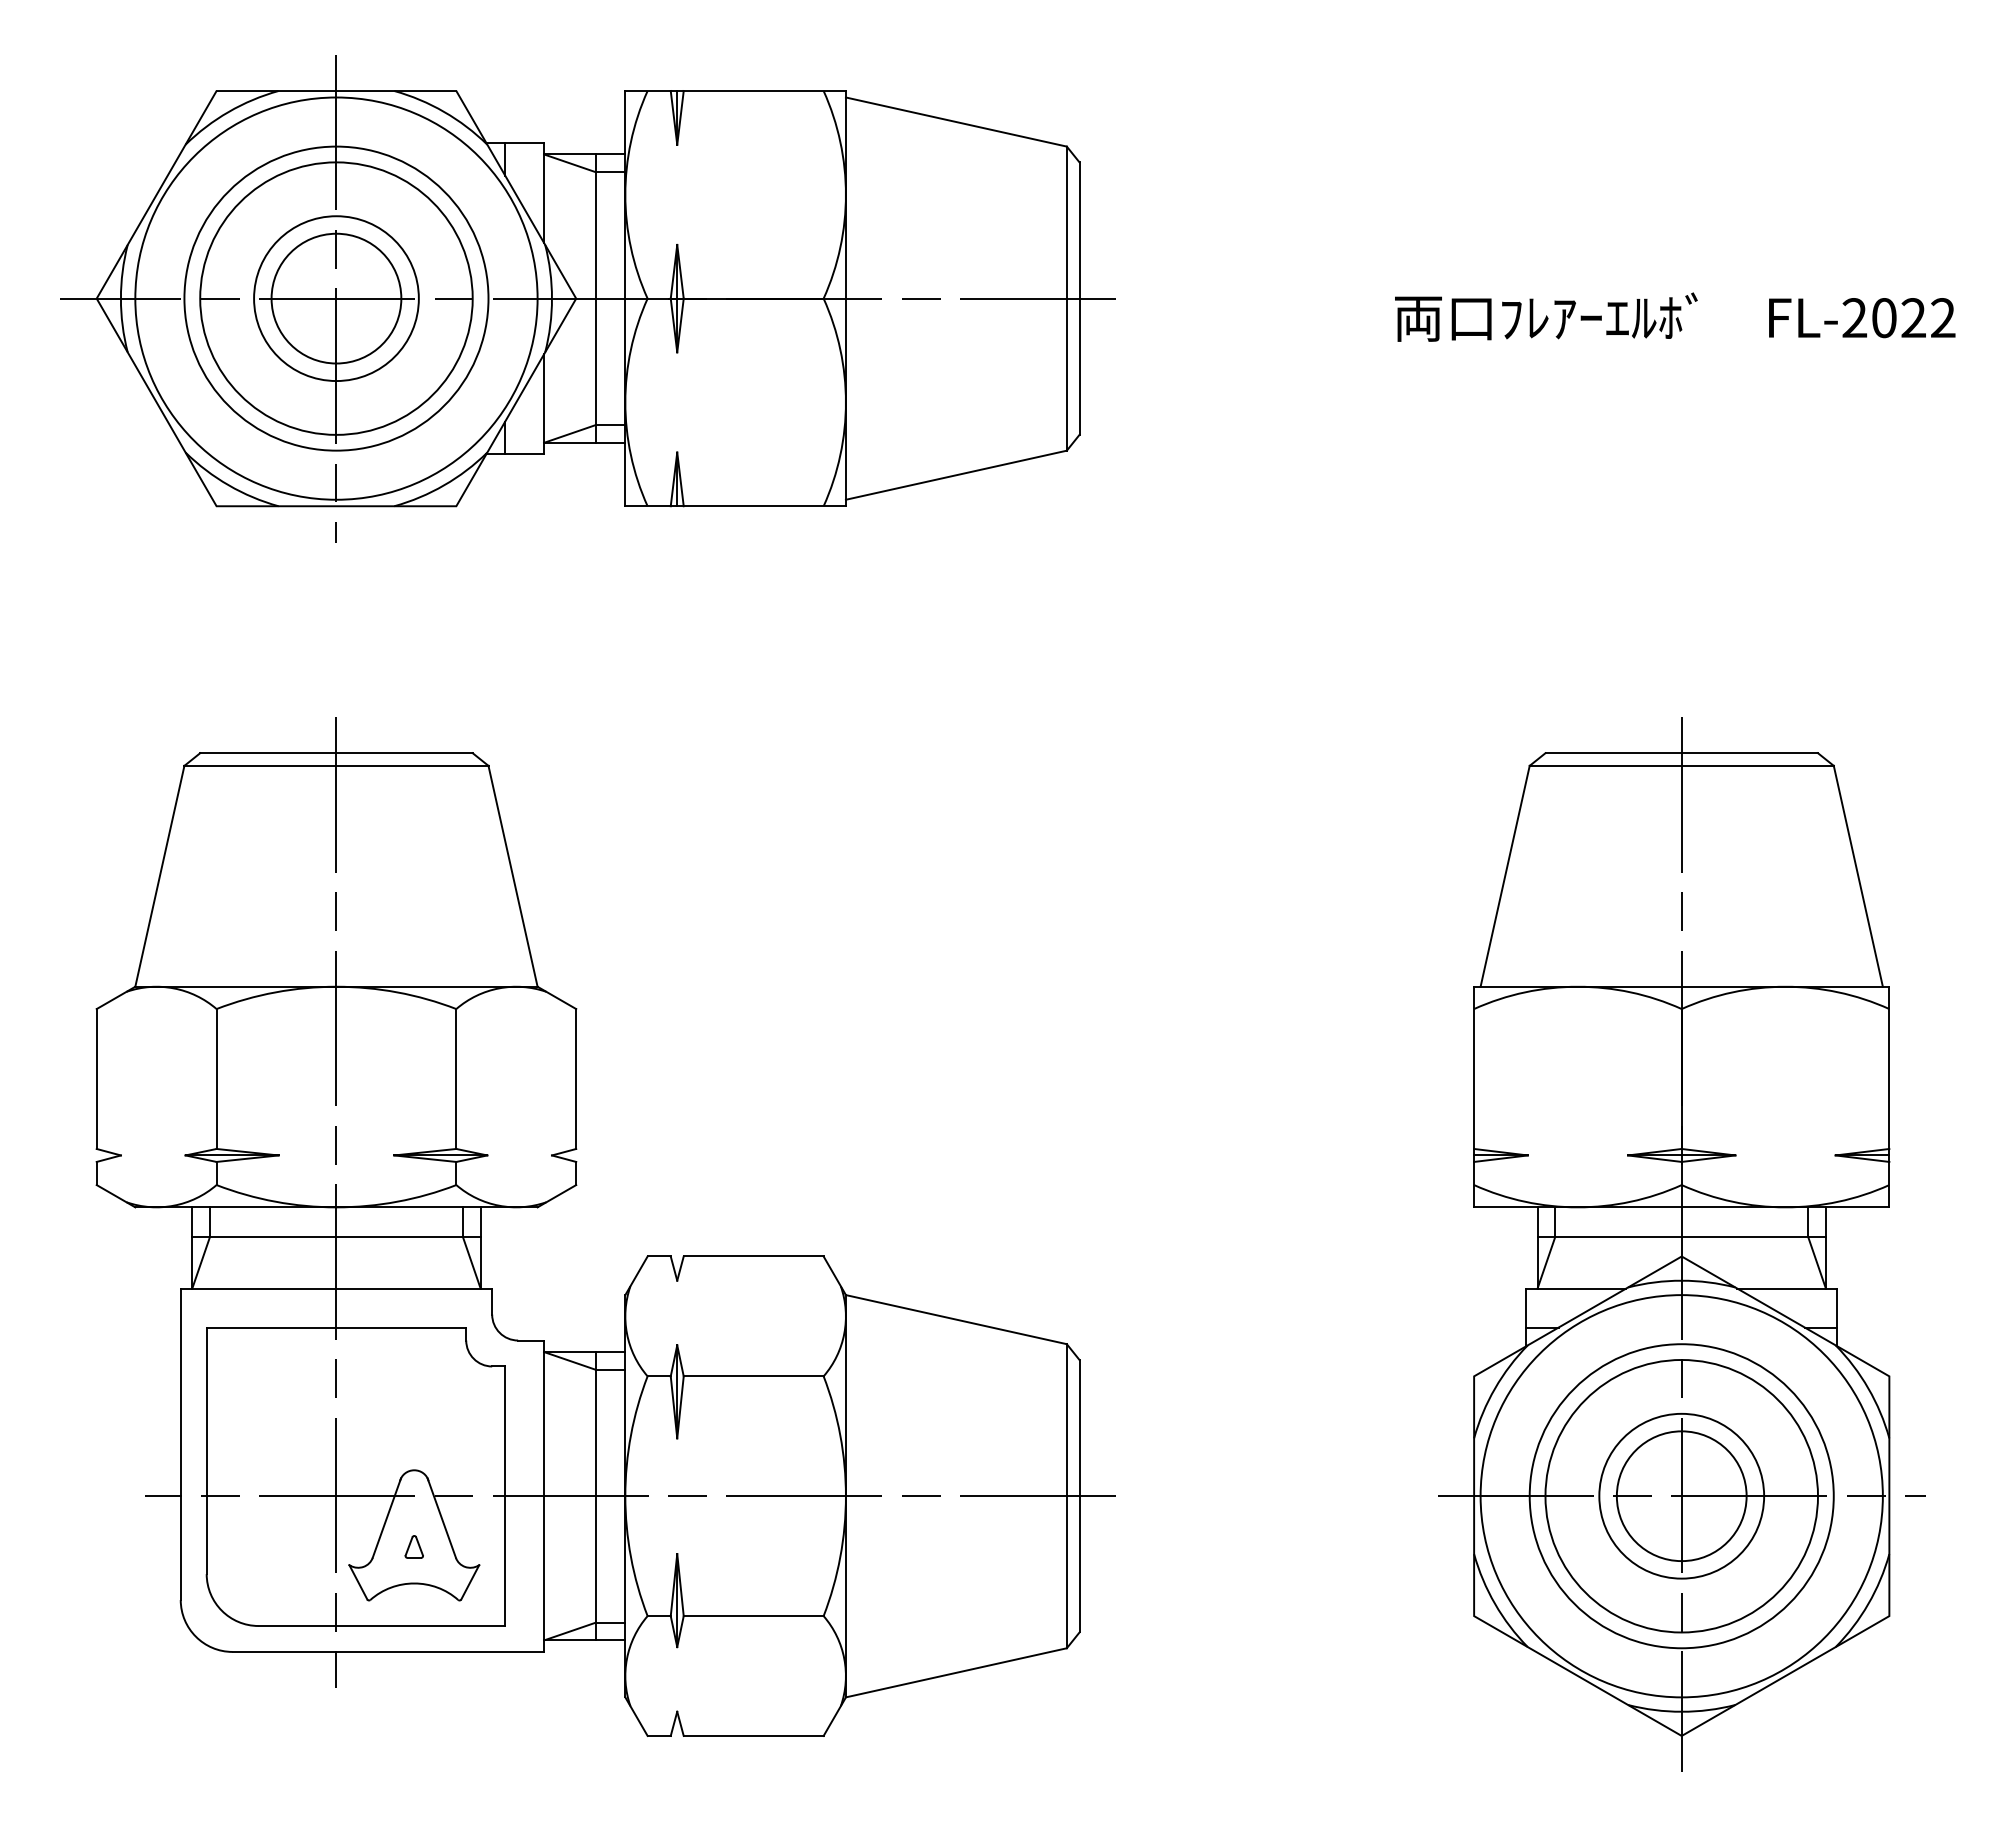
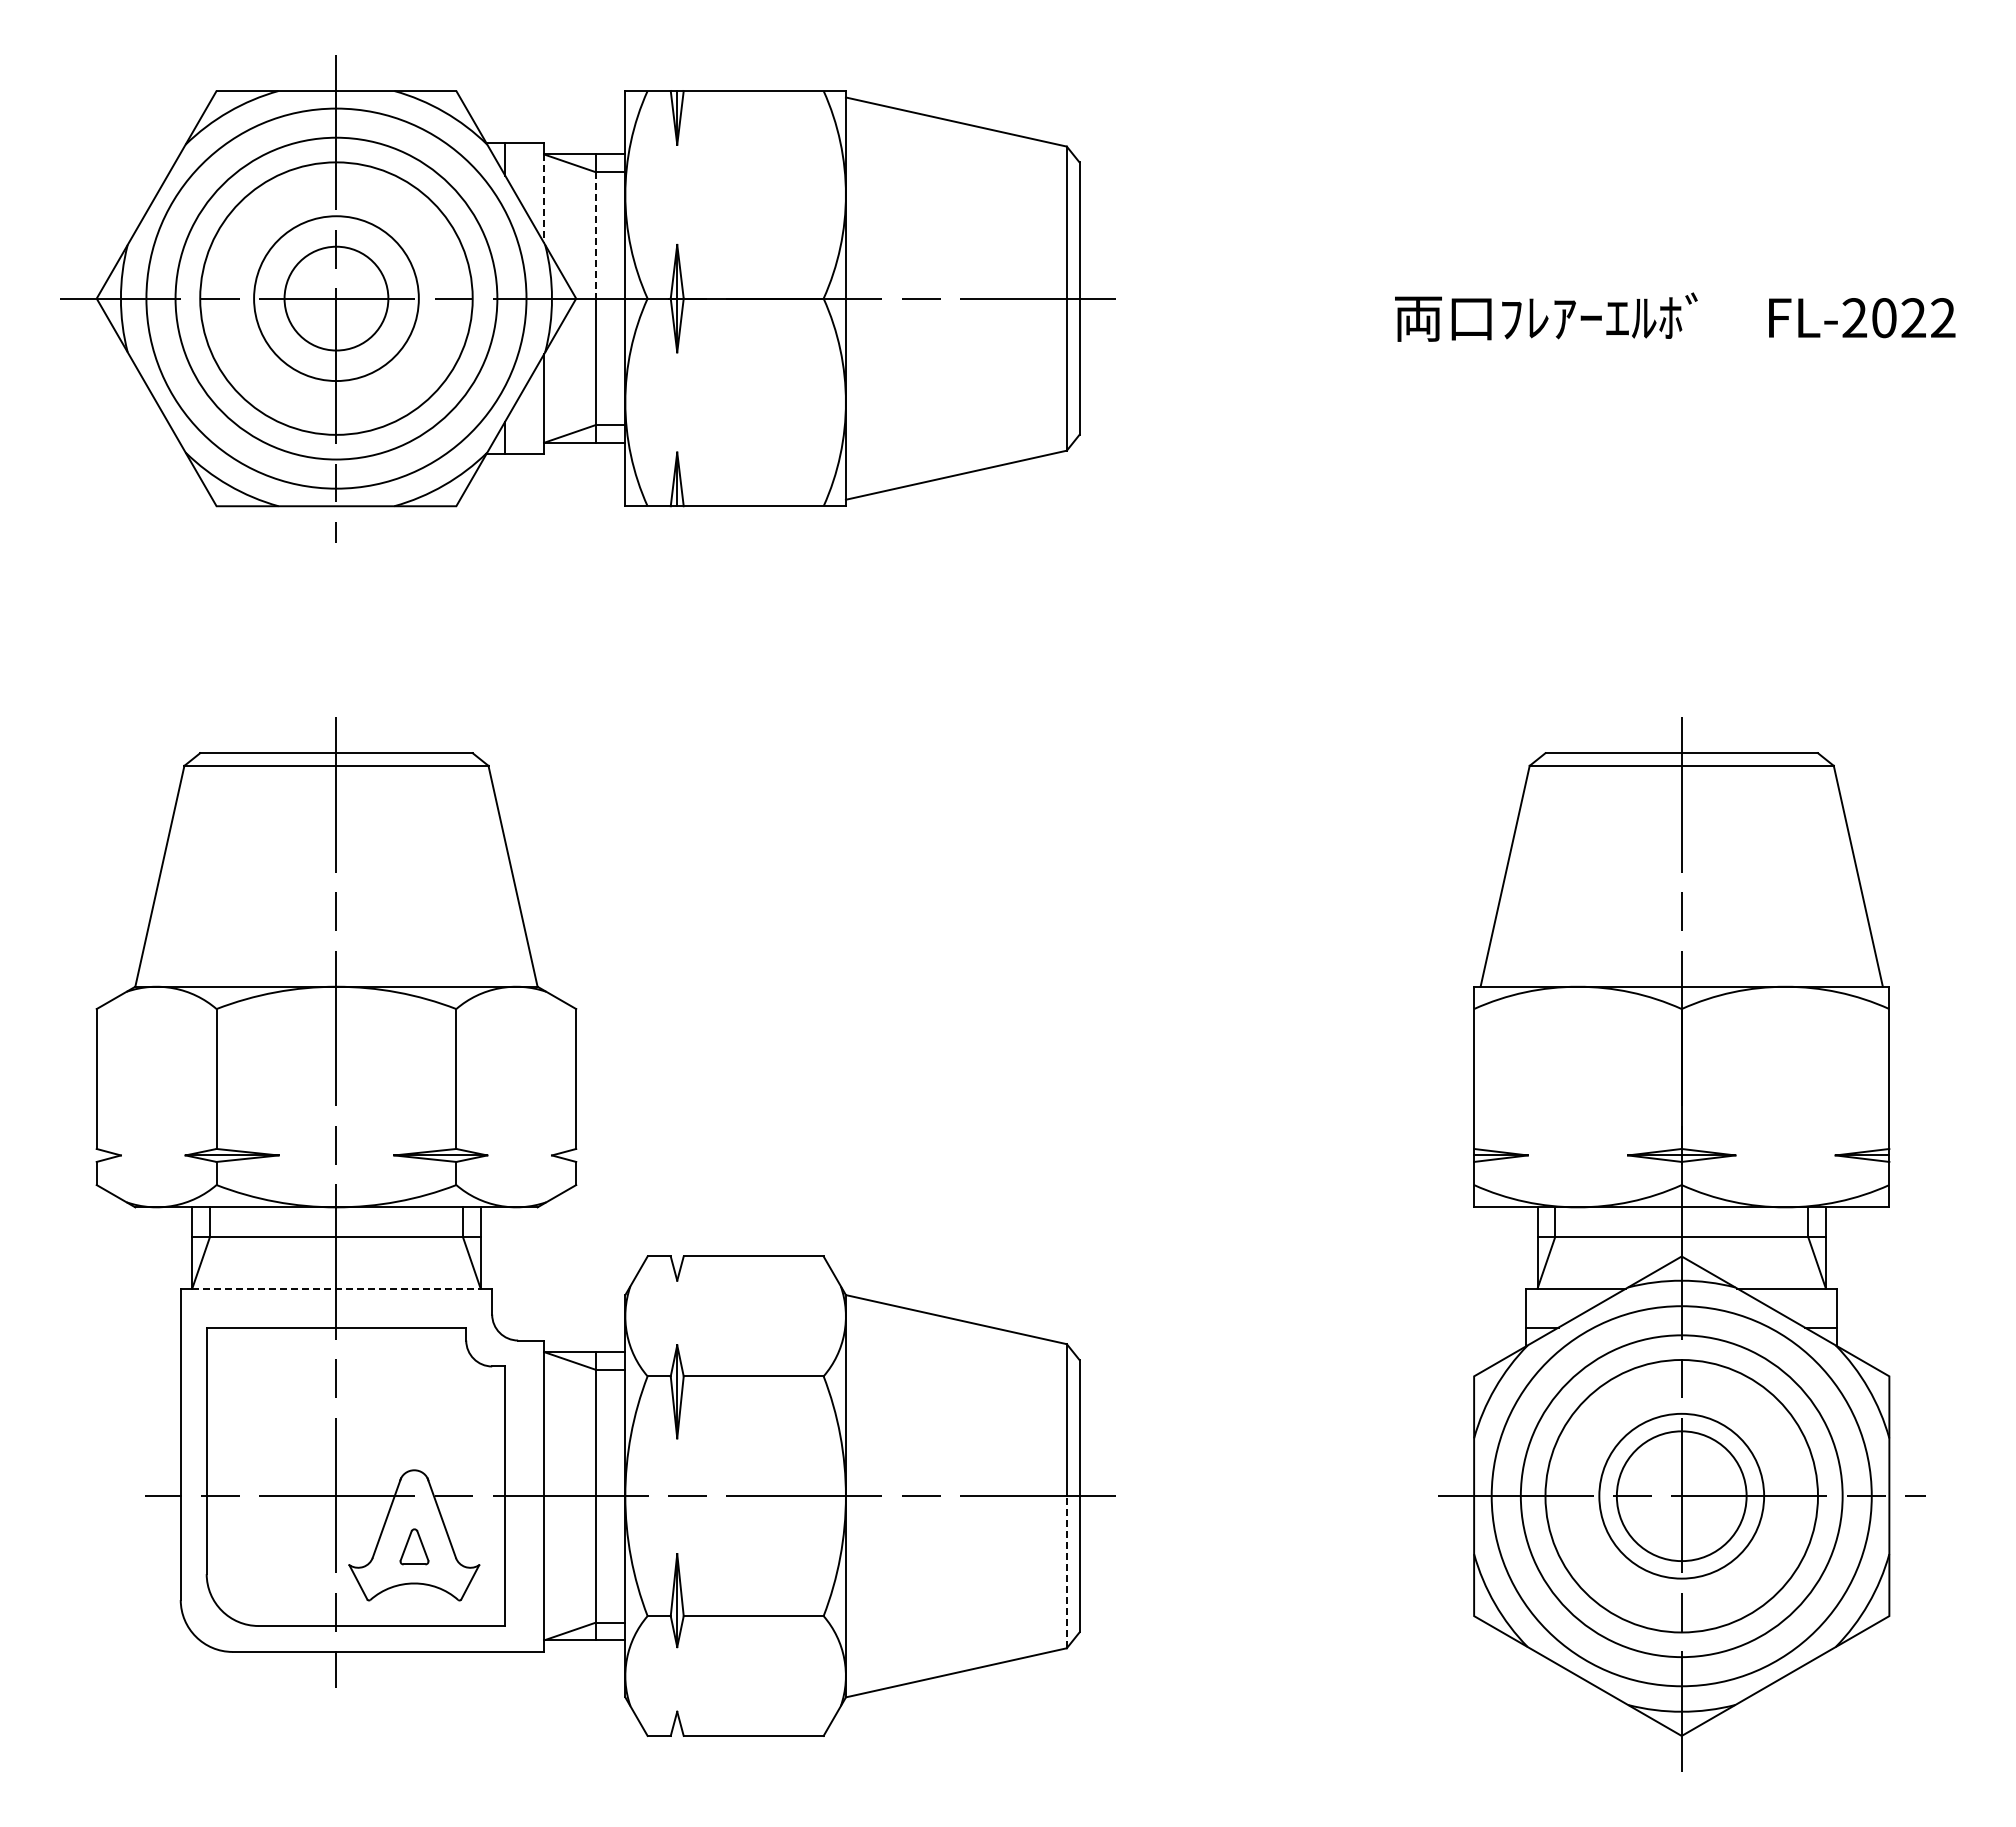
line at (544, 199): solid -> dashed
line at (595, 235): solid -> dashed
circle at (336, 298) diameter: 130 px -> 104 px
circle at (336, 298) diameter: 304 px -> 380 px
circle at (336, 298) diameter: 402 px -> 322 px
line at (336, 1288): solid -> dashed
circle at (1681, 1496) diameter: 304 px -> 380 px
circle at (1681, 1496) diameter: 402 px -> 322 px
part at (413, 1546) size: 20x24 px -> 31x38 px
line at (1066, 1571): solid -> dashed
